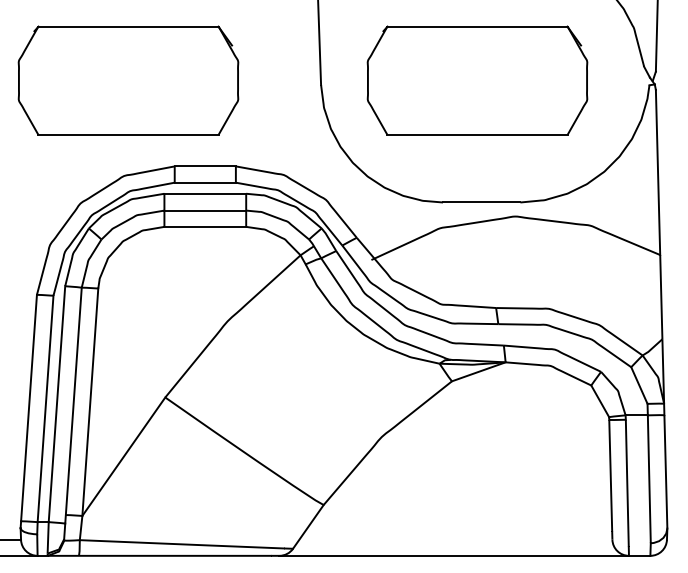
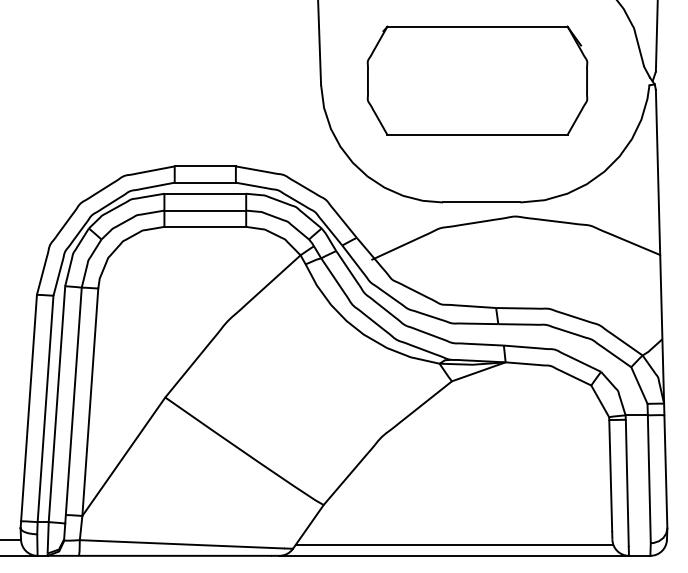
part at (128, 80): present -> none
line at (454, 544): none -> present
